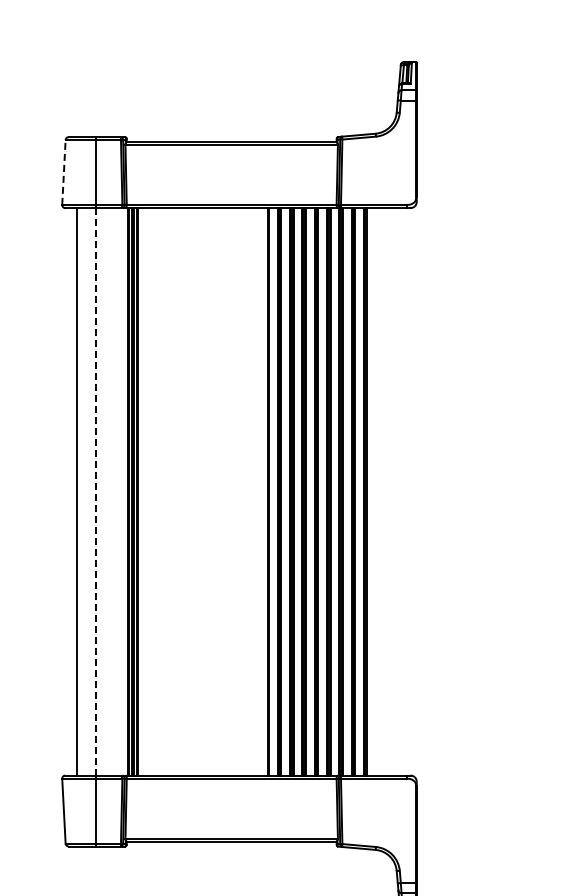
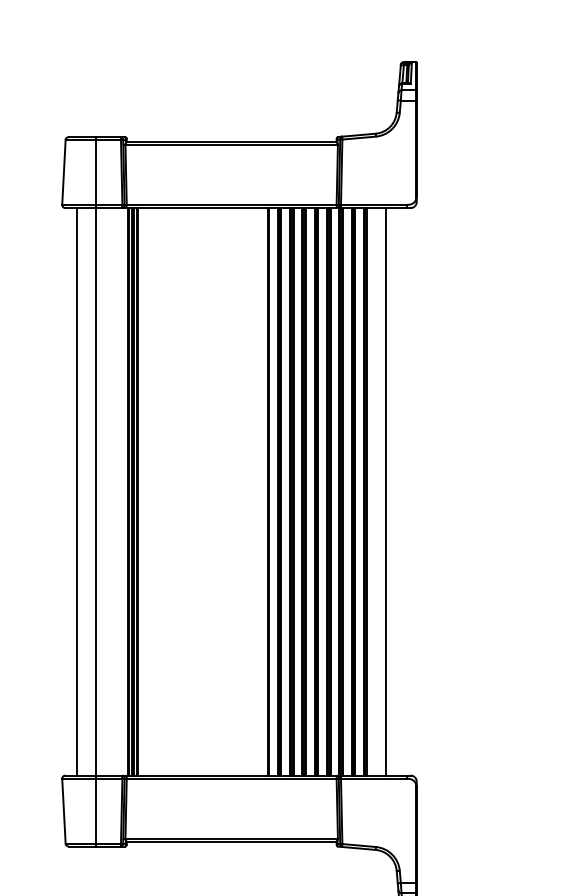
line at (63, 171): dashed -> solid
line at (95, 491): dashed -> solid
line at (385, 491): none -> present
